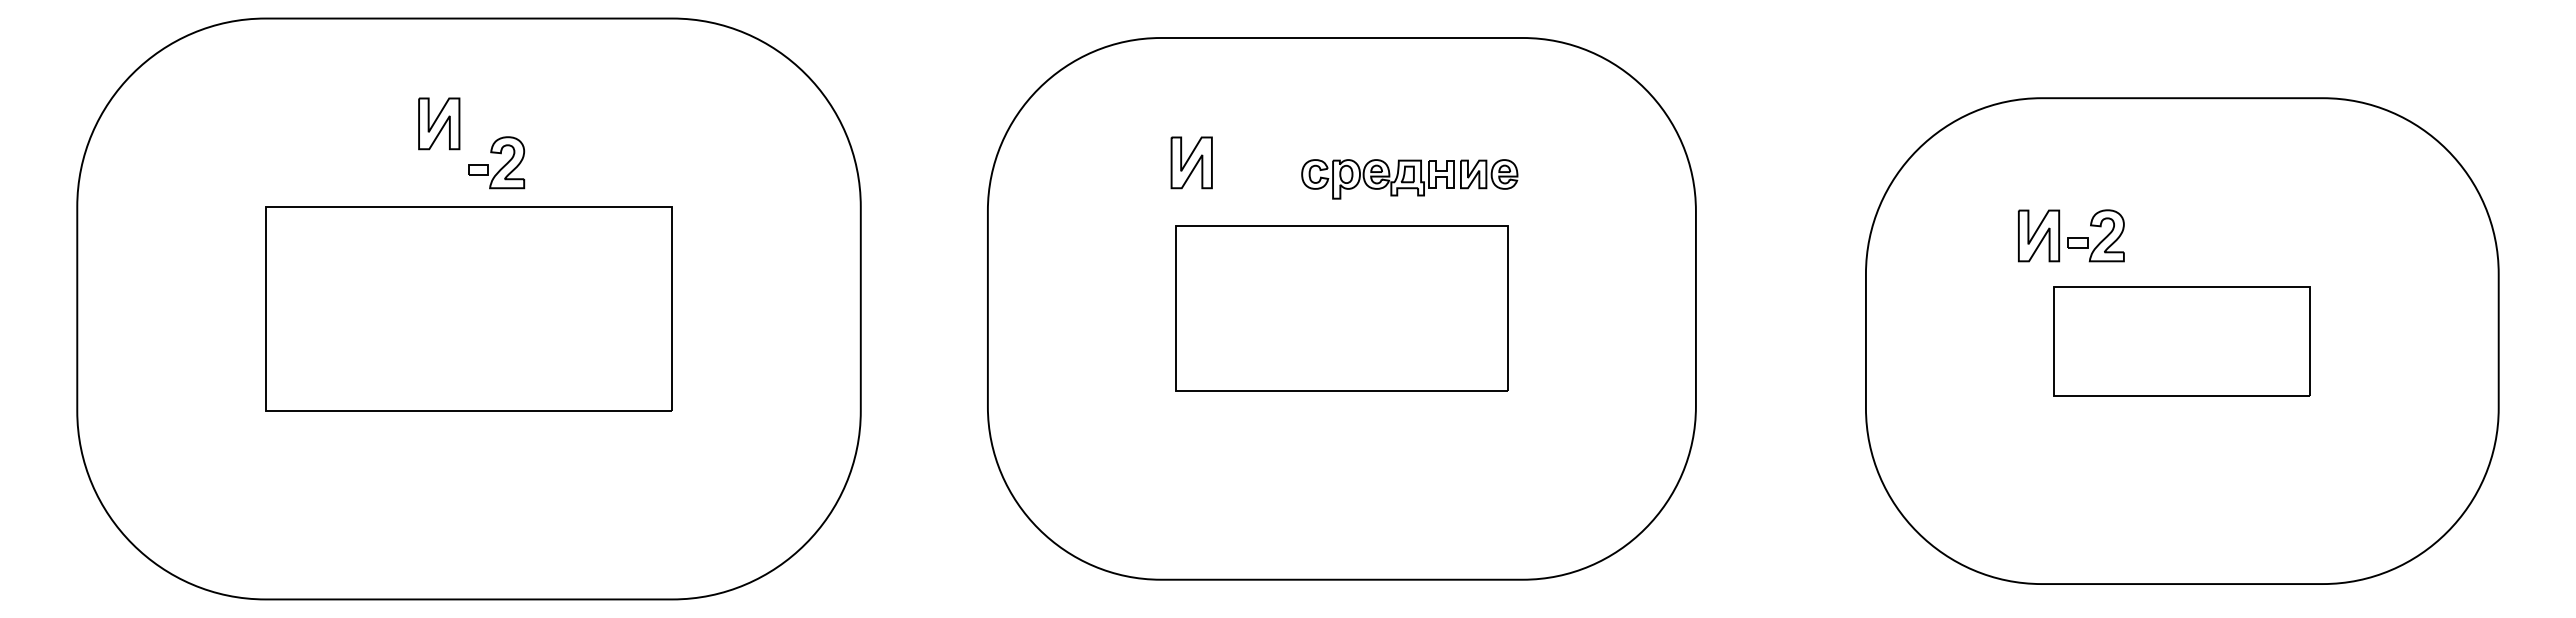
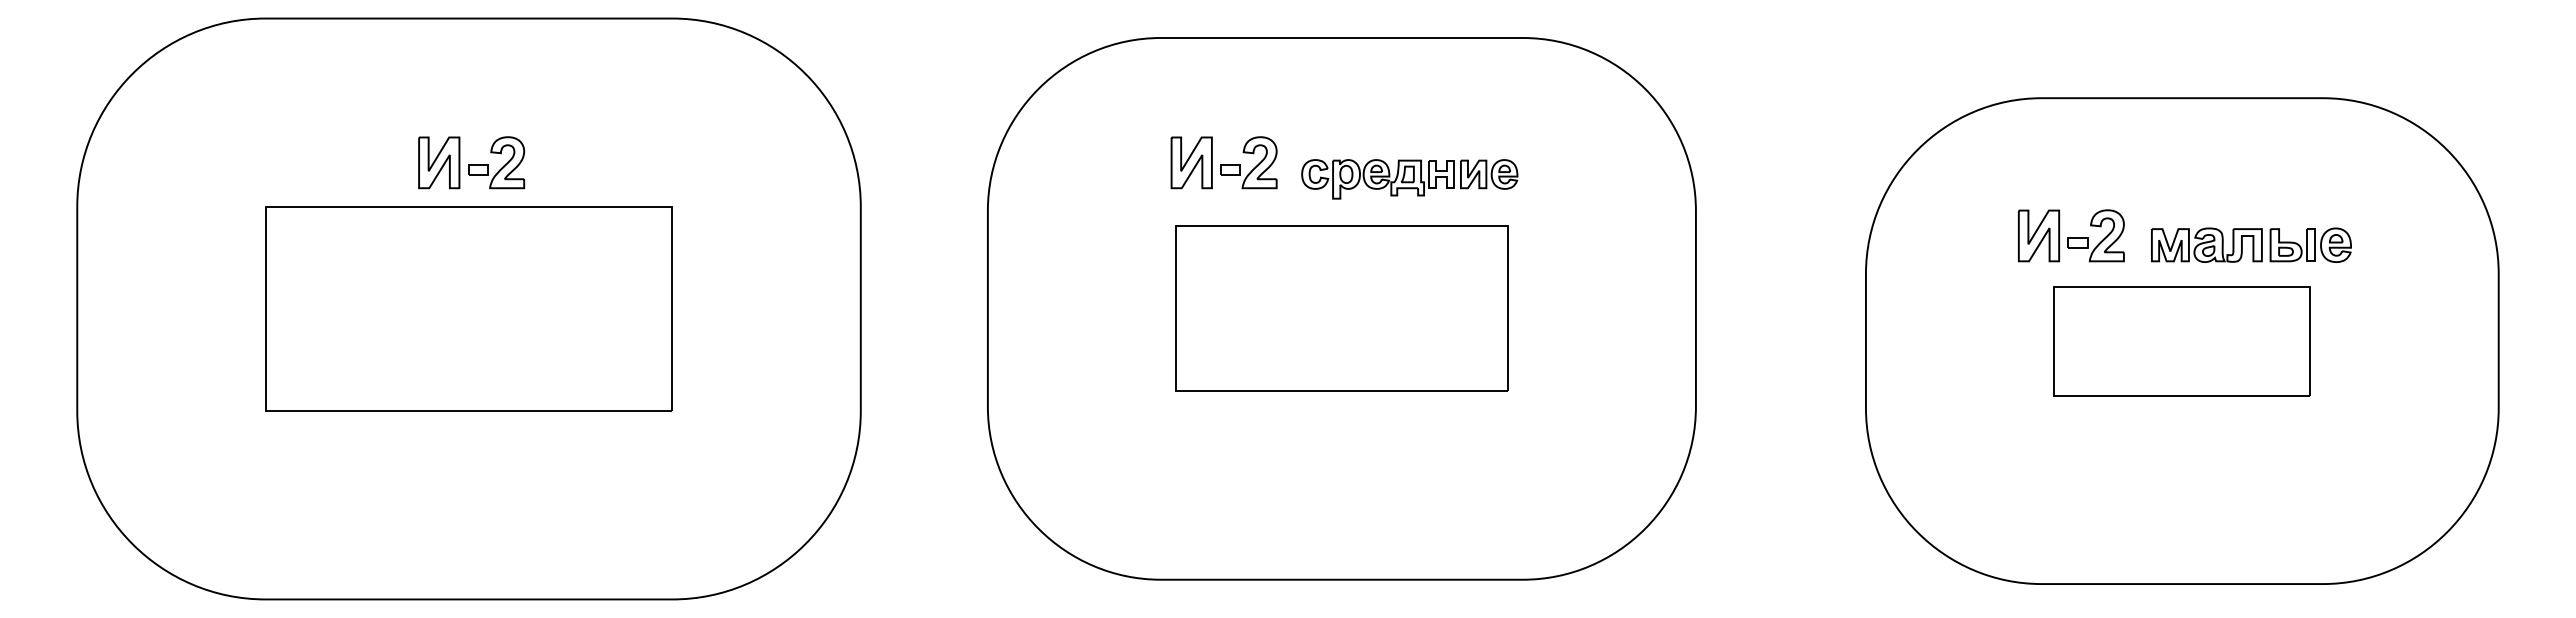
part at (439, 123) position: (439, 123) -> (439, 162)
part at (1254, 167): none -> present
part at (2251, 244): none -> present
